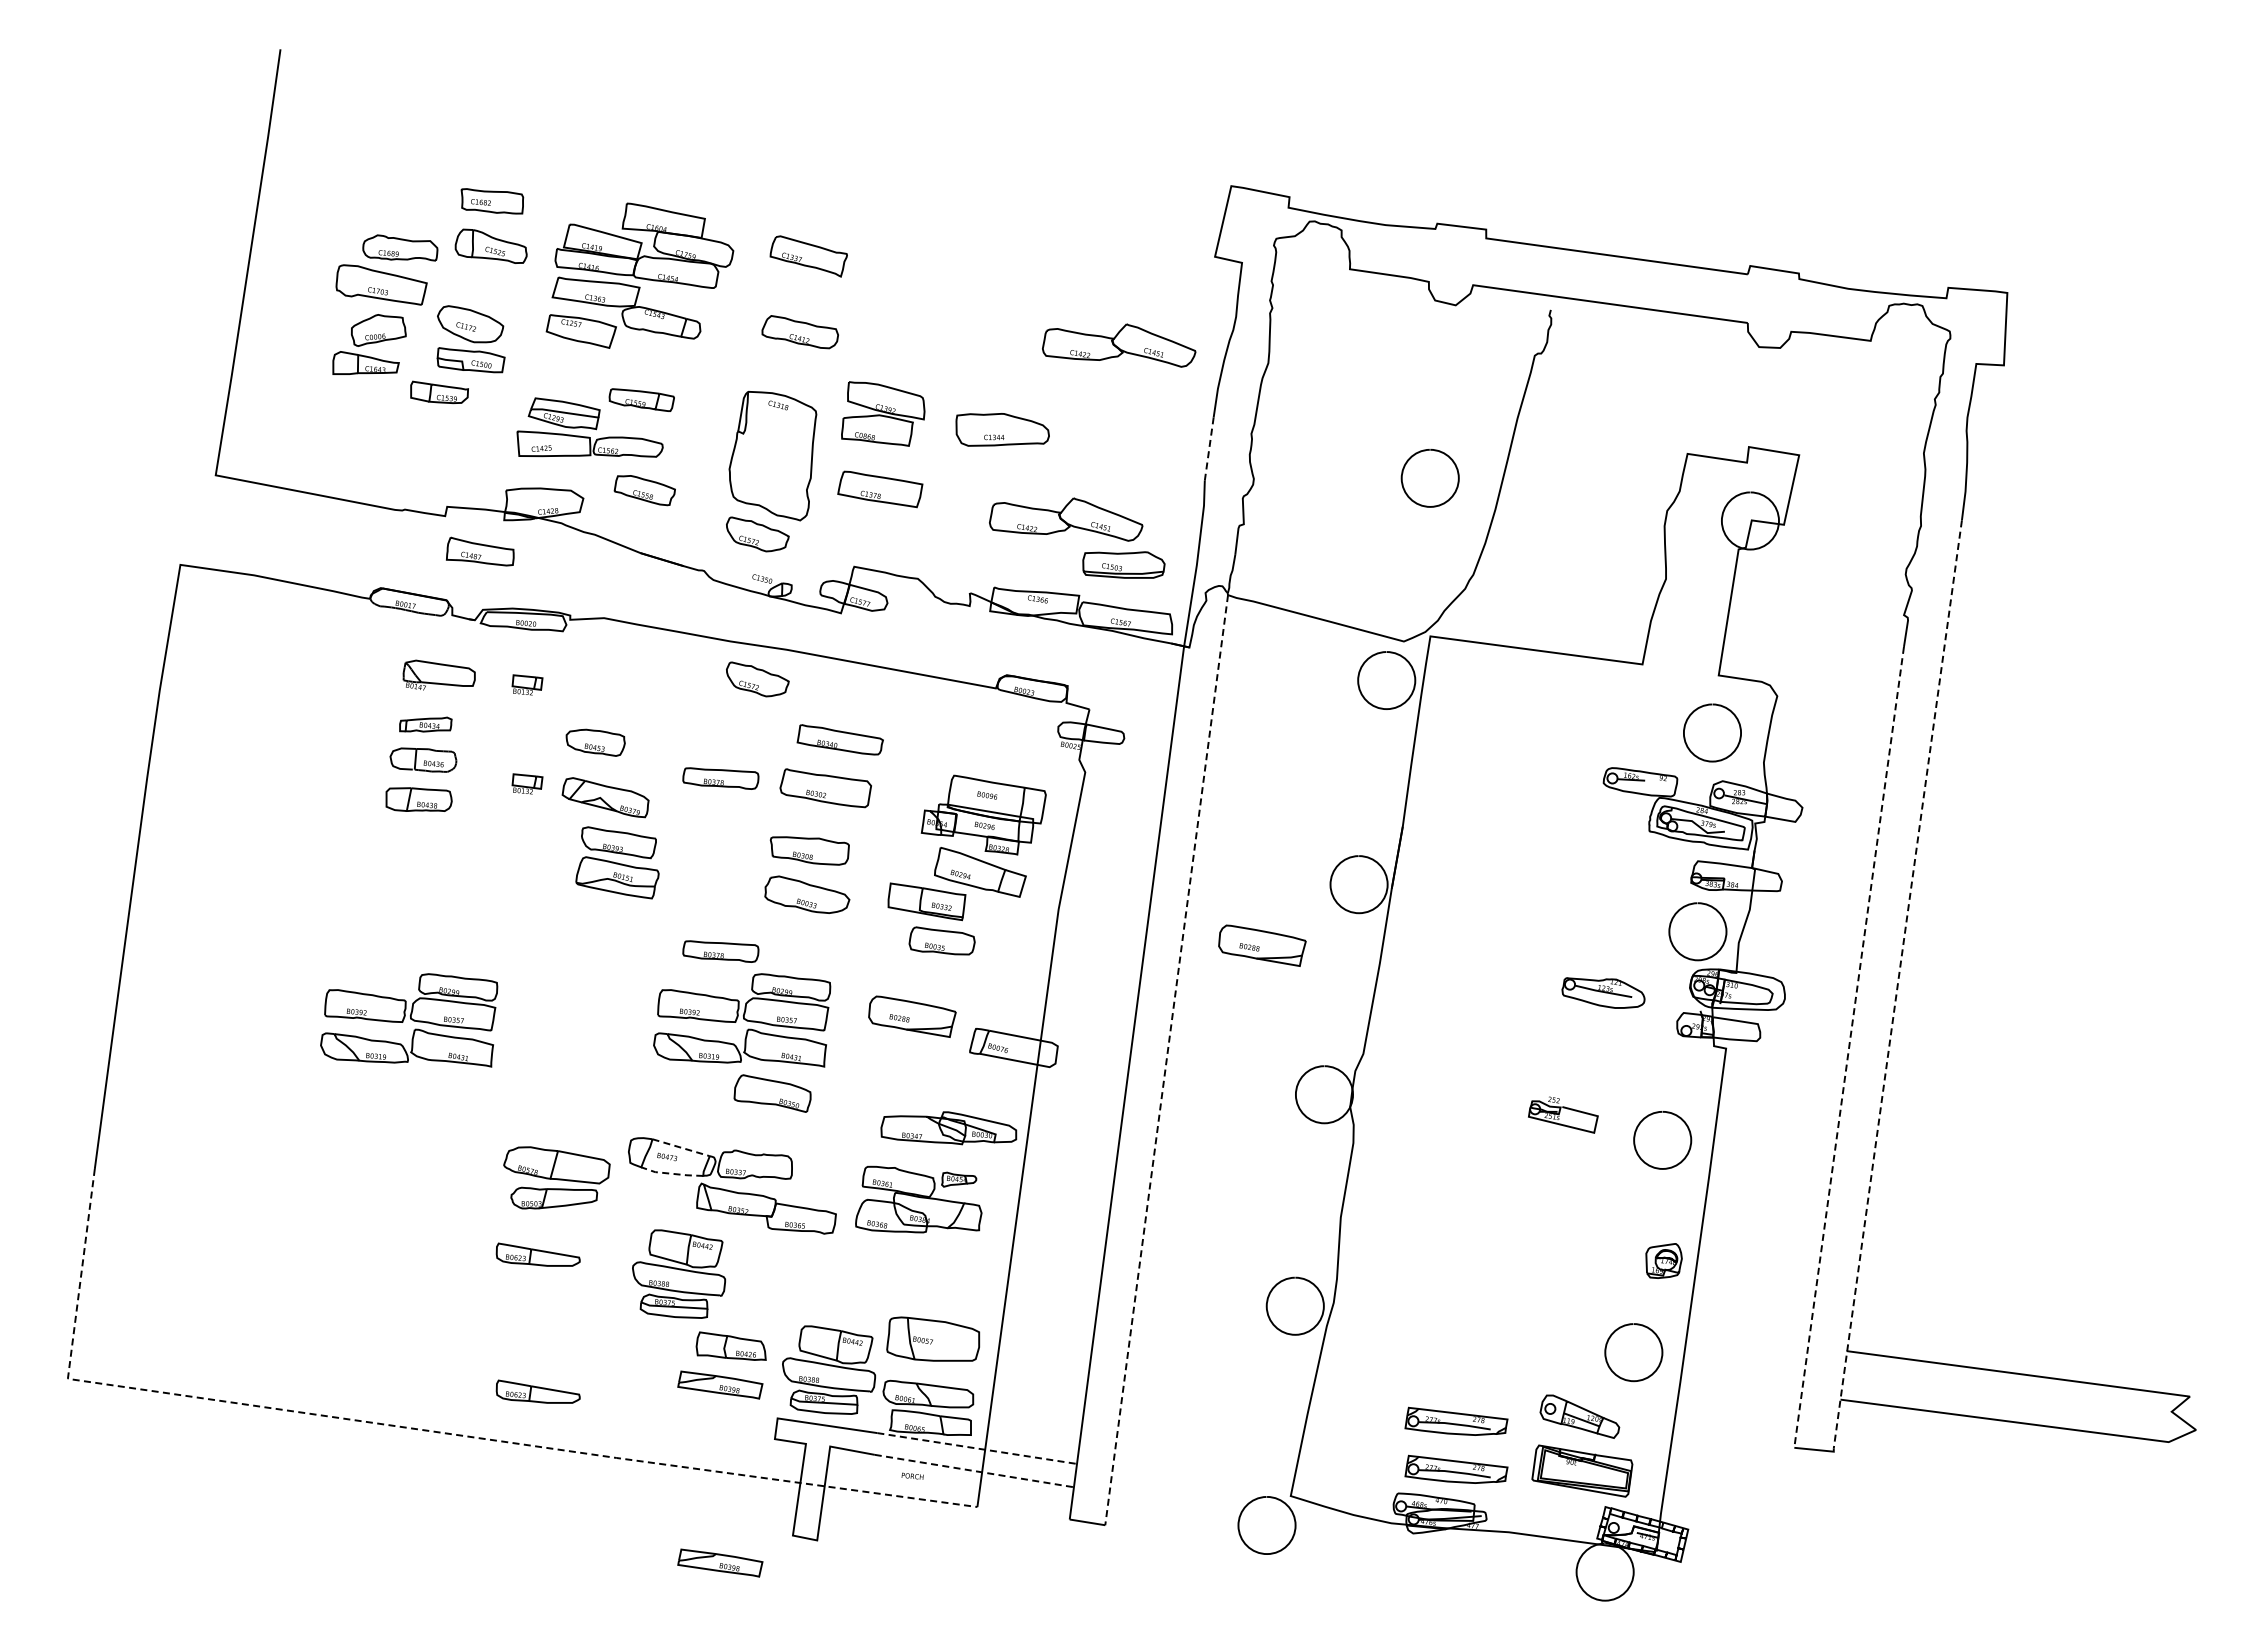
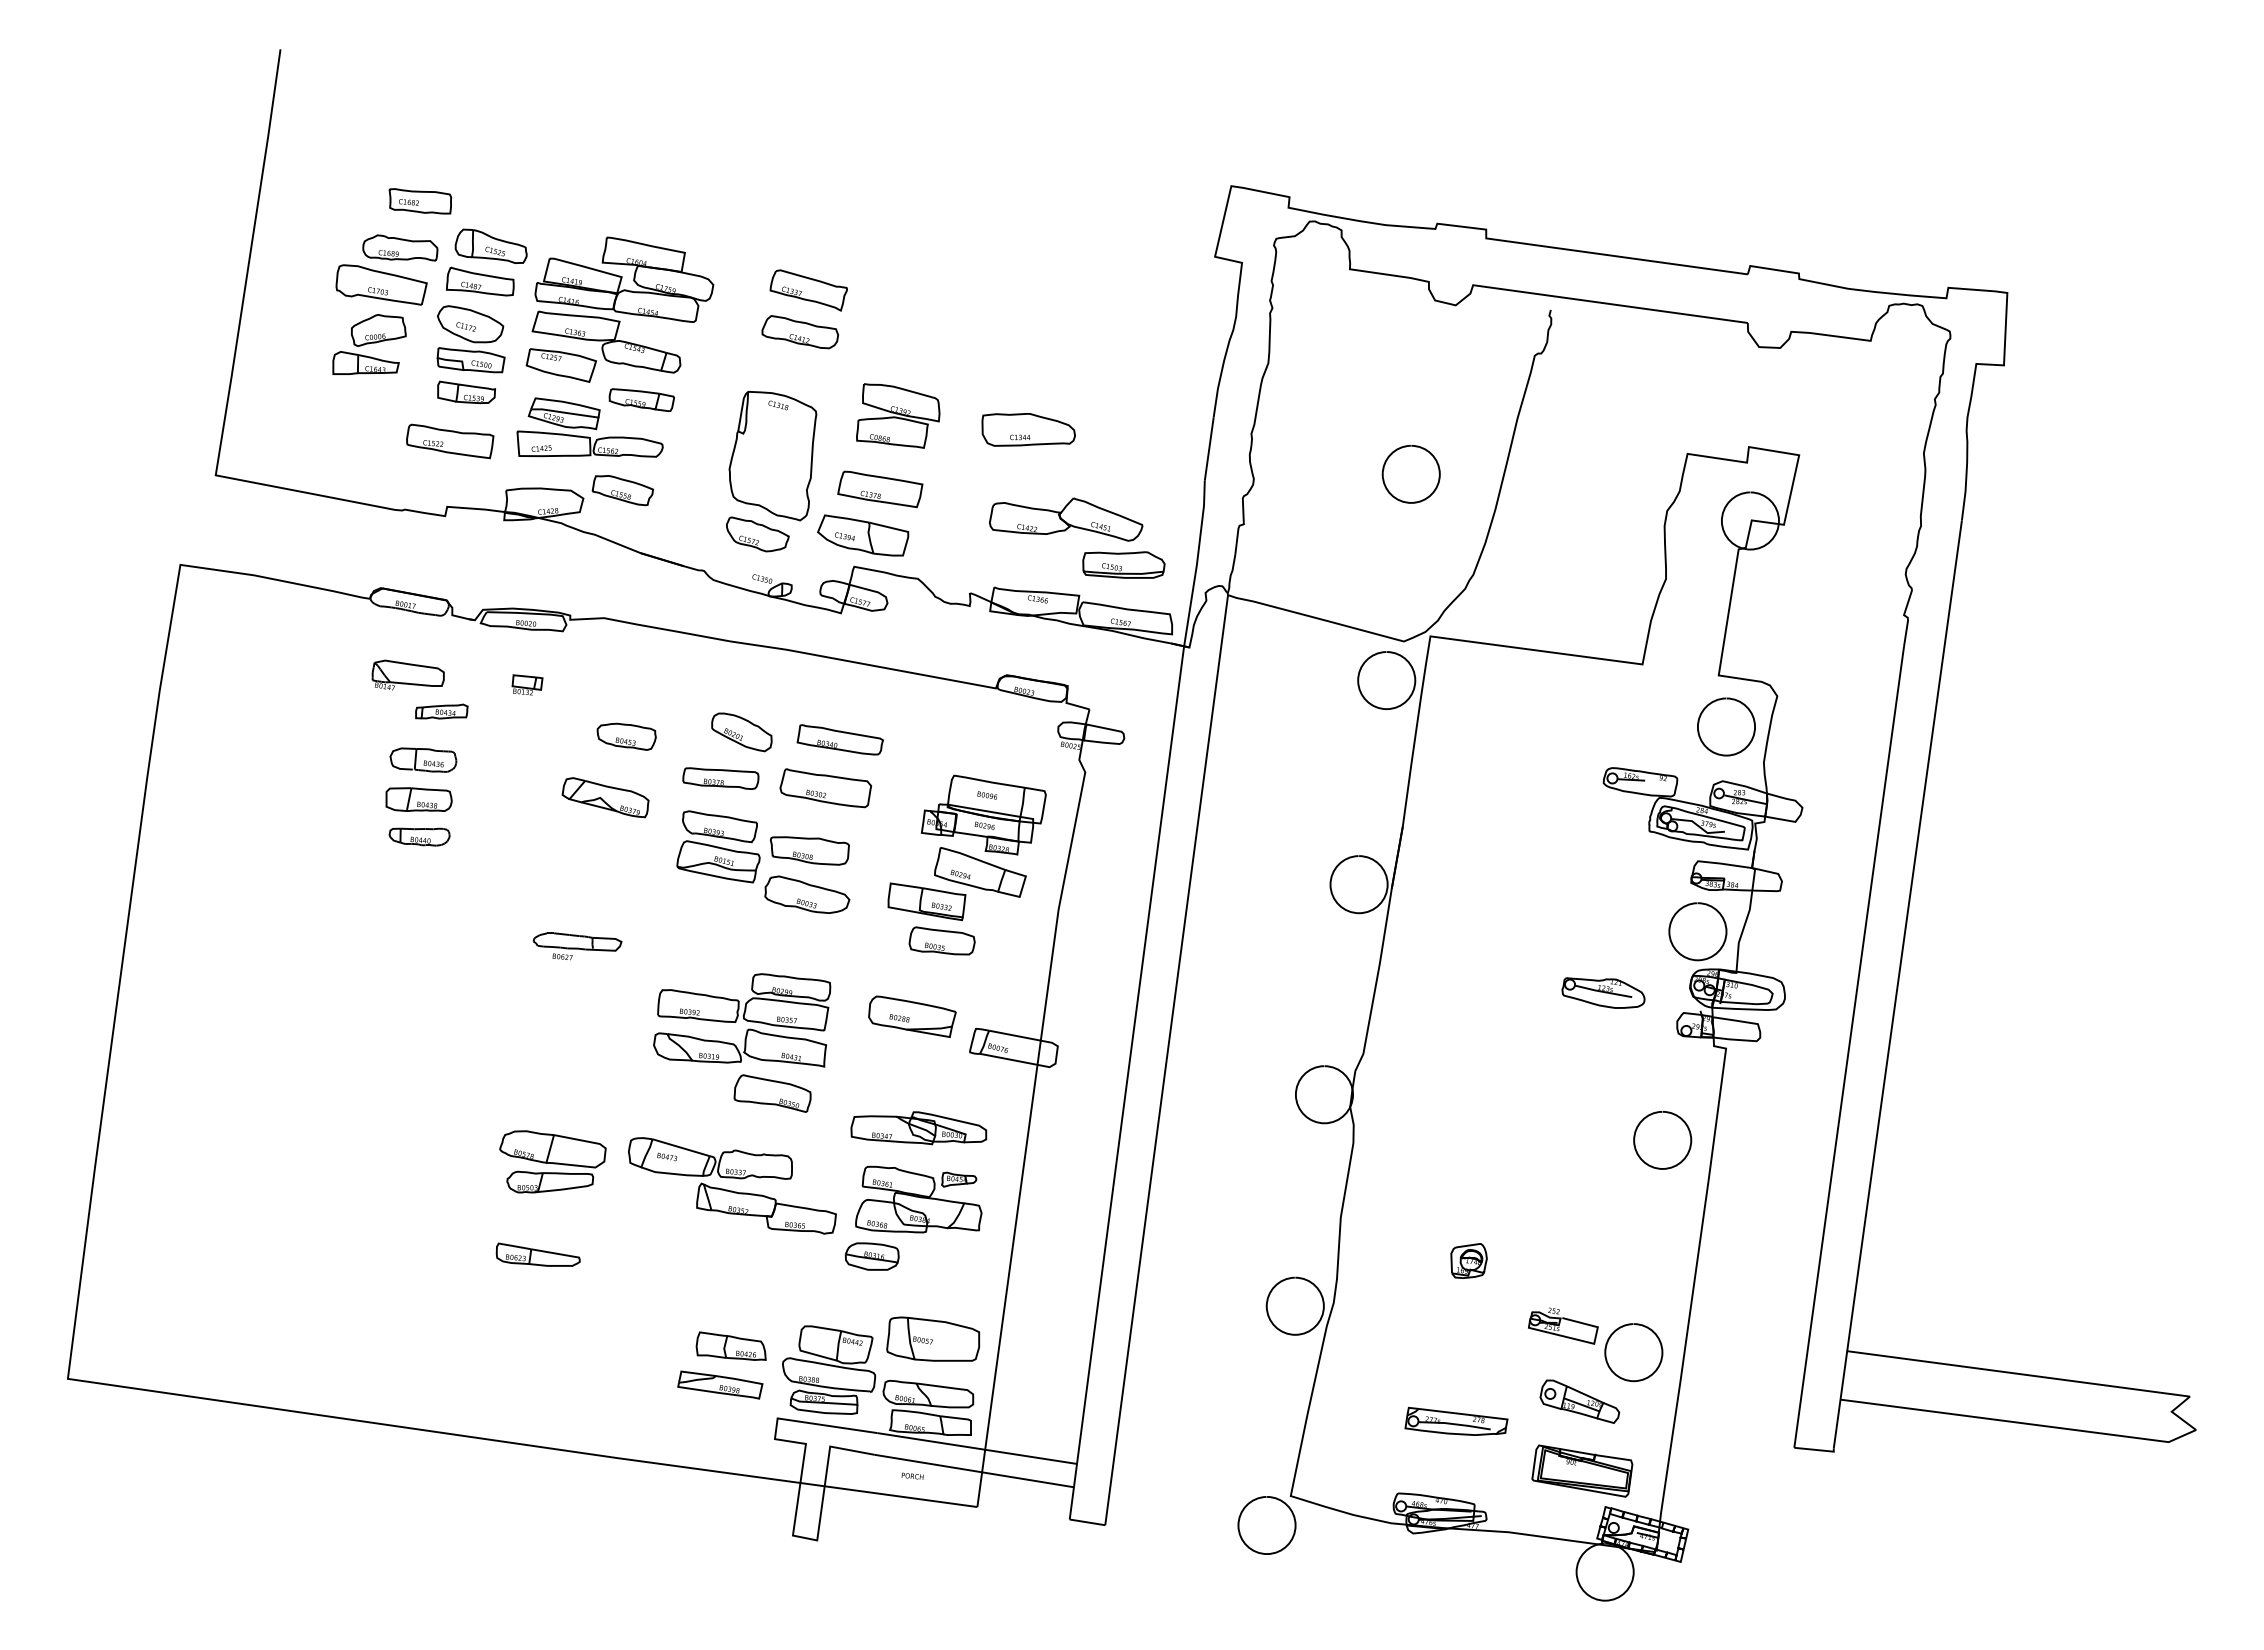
part at (492, 201) position: (492, 201) -> (420, 201)
part at (808, 256) position: (808, 256) -> (808, 290)
part at (639, 275) position: (639, 275) -> (619, 309)
part at (1119, 345): present -> none
part at (439, 392) position: (439, 392) -> (466, 392)
part at (883, 413) position: (883, 413) -> (898, 415)
part at (1002, 429) position: (1002, 429) -> (1028, 429)
part at (450, 441): none -> present
line at (1209, 449): dashed -> solid
arc at (1405, 489) position: (1405, 489) -> (1386, 485)
part at (644, 490) position: (644, 490) -> (622, 490)
part at (863, 535): none -> present
part at (480, 551) position: (480, 551) -> (480, 281)
part at (438, 674) position: (438, 674) -> (407, 674)
part at (757, 679): present -> none
arc at (1706, 706) position: (1706, 706) -> (1720, 700)
part at (425, 724) position: (425, 724) -> (441, 711)
part at (741, 732): none -> present
part at (595, 742) position: (595, 742) -> (626, 736)
part at (527, 783): present -> none
part at (419, 836): none -> present
part at (617, 862) position: (617, 862) -> (718, 846)
part at (1262, 945): present -> none
part at (577, 946): none -> present
part at (720, 951): present -> none
line at (1897, 984): dashed -> solid
part at (409, 1020): present -> none
line at (1849, 1047): dashed -> solid
line at (1166, 1060): dashed -> solid
part at (1563, 1114) position: (1563, 1114) -> (1563, 1325)
part at (948, 1128) position: (948, 1128) -> (918, 1128)
line at (681, 1147): dashed -> solid
line at (672, 1173): dashed -> solid
part at (556, 1177) position: (556, 1177) -> (552, 1161)
part at (871, 1256): none -> present
part at (1663, 1260) position: (1663, 1260) -> (1468, 1260)
part at (679, 1273): present -> none
part at (537, 1391): present -> none
part at (1579, 1416) position: (1579, 1416) -> (1579, 1401)
line at (417, 1429): dashed -> solid
line at (977, 1448): dashed -> solid
part at (1456, 1468): present -> none
line at (975, 1471): dashed -> solid
part at (720, 1562): present -> none
